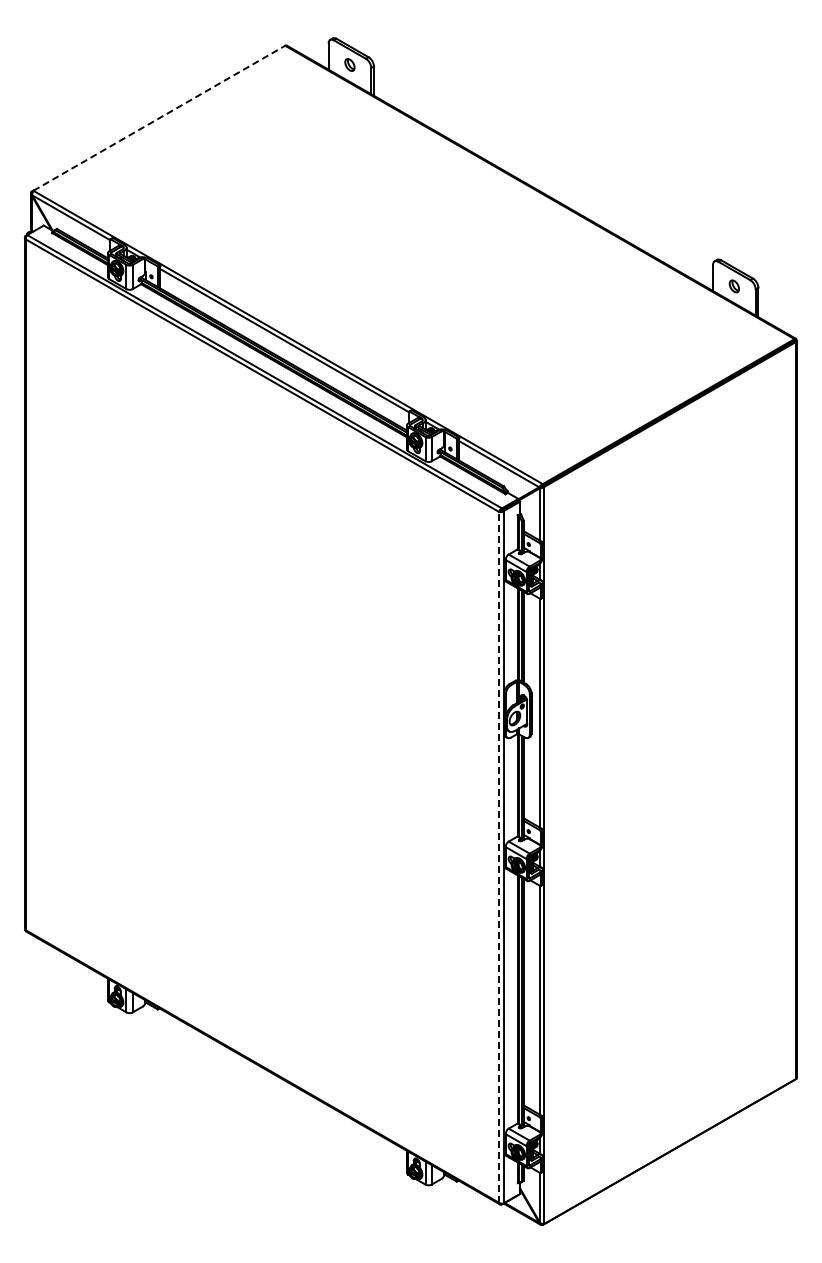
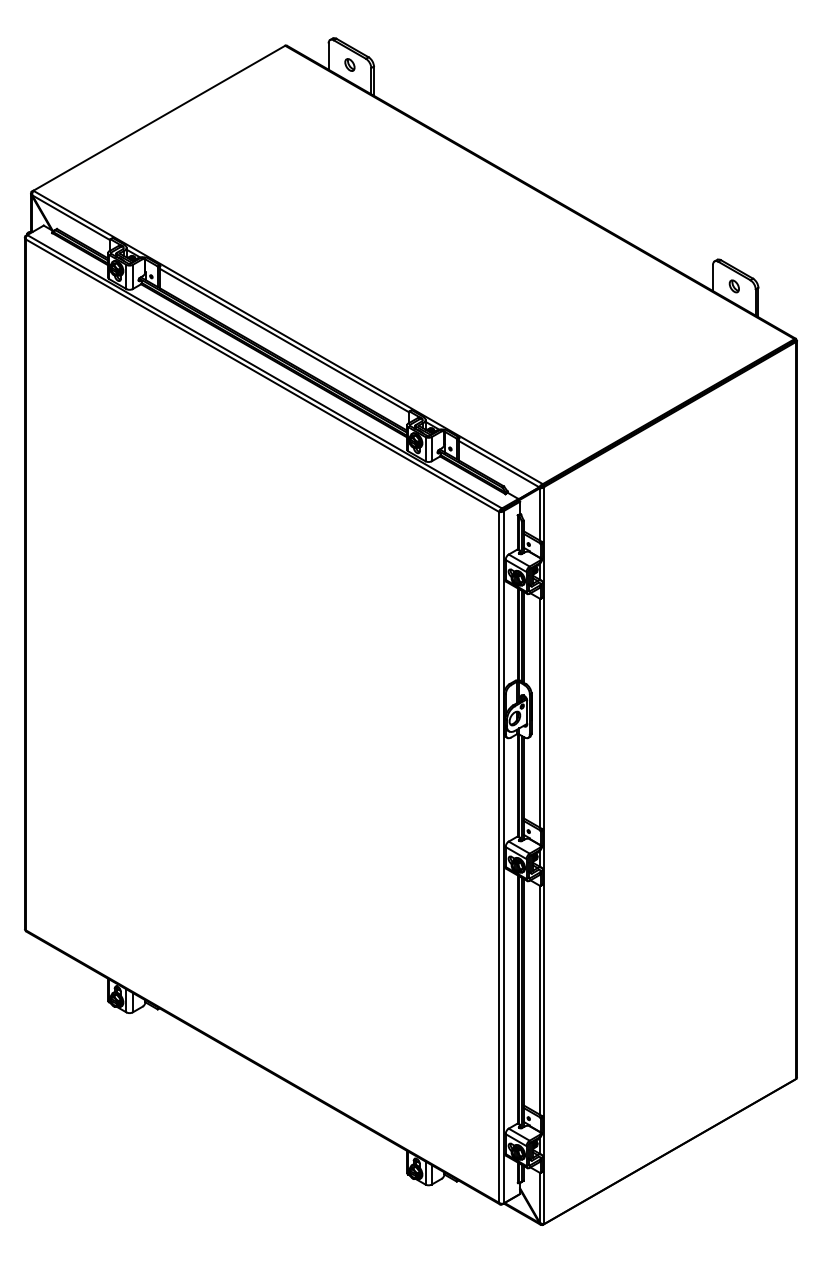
line at (159, 118): dashed -> solid
line at (499, 856): dashed -> solid
